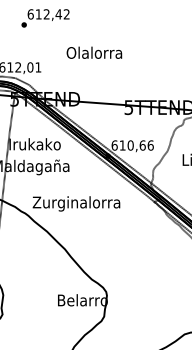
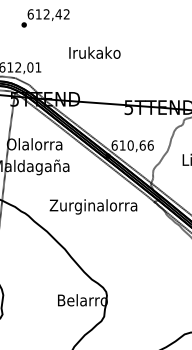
text at (94, 52): Olalorra -> Irukako
text at (34, 144): Irukako -> Olalorra
text at (76, 203) position: (76, 203) -> (93, 206)
